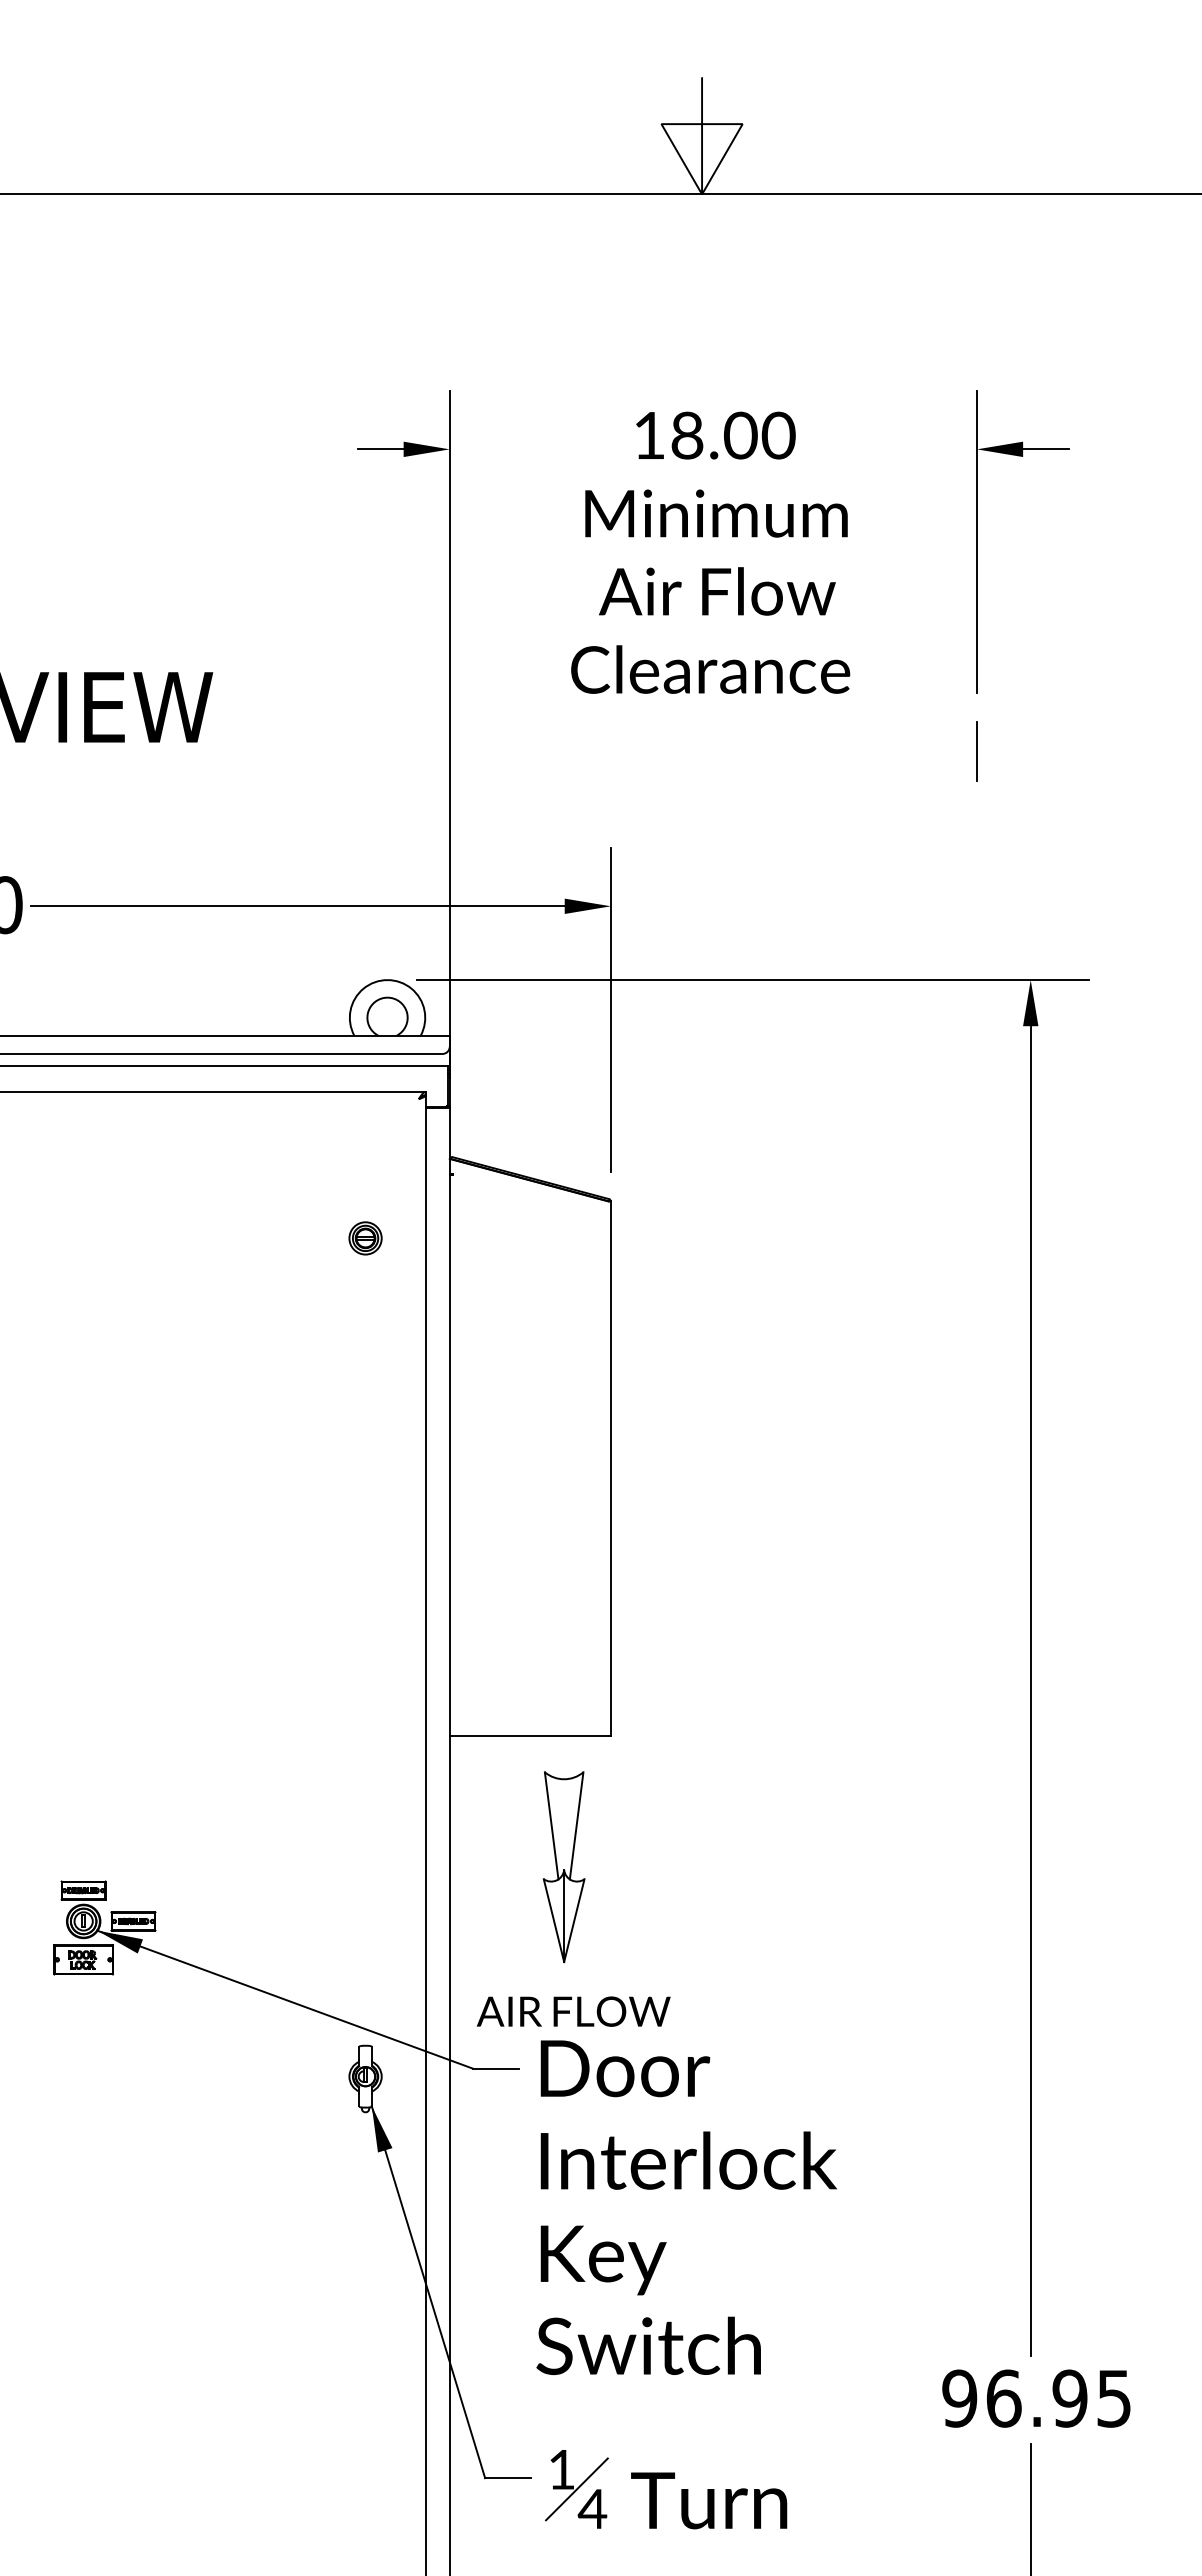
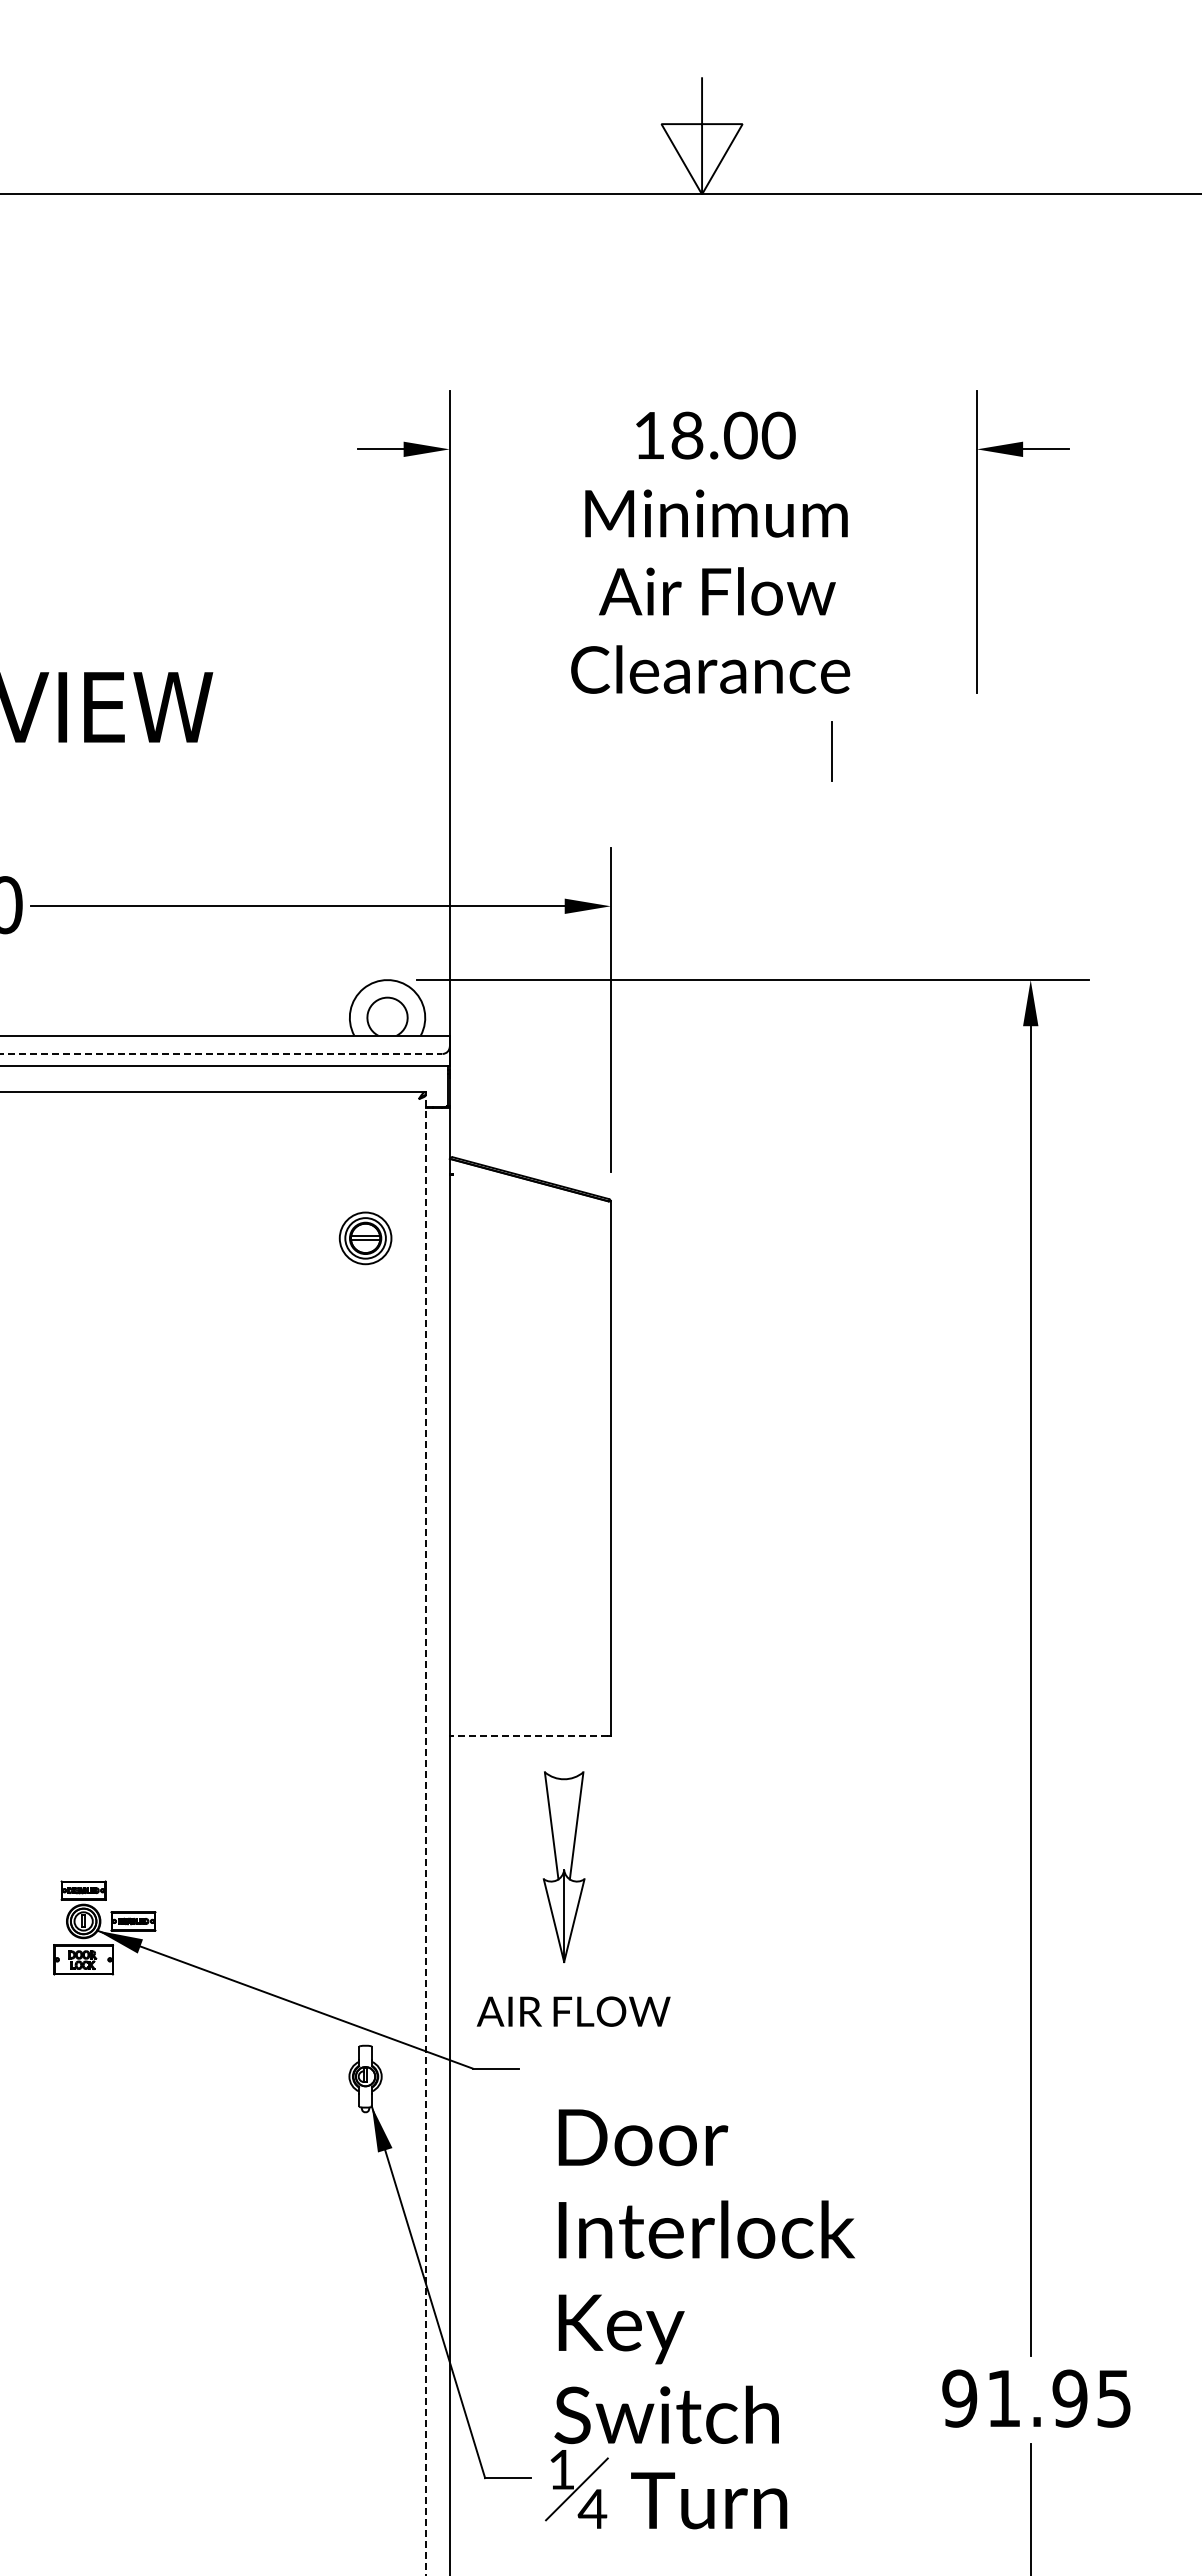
line at (976, 751) position: (976, 751) -> (831, 751)
line at (221, 1053): solid -> dashed
part at (365, 1238) size: 35x35 px -> 55x55 px
line at (529, 1735): solid -> dashed
line at (425, 1834): solid -> dashed
text at (686, 2207) position: (686, 2207) -> (704, 2276)
text at (1003, 2398): 96.95 -> 91.95
